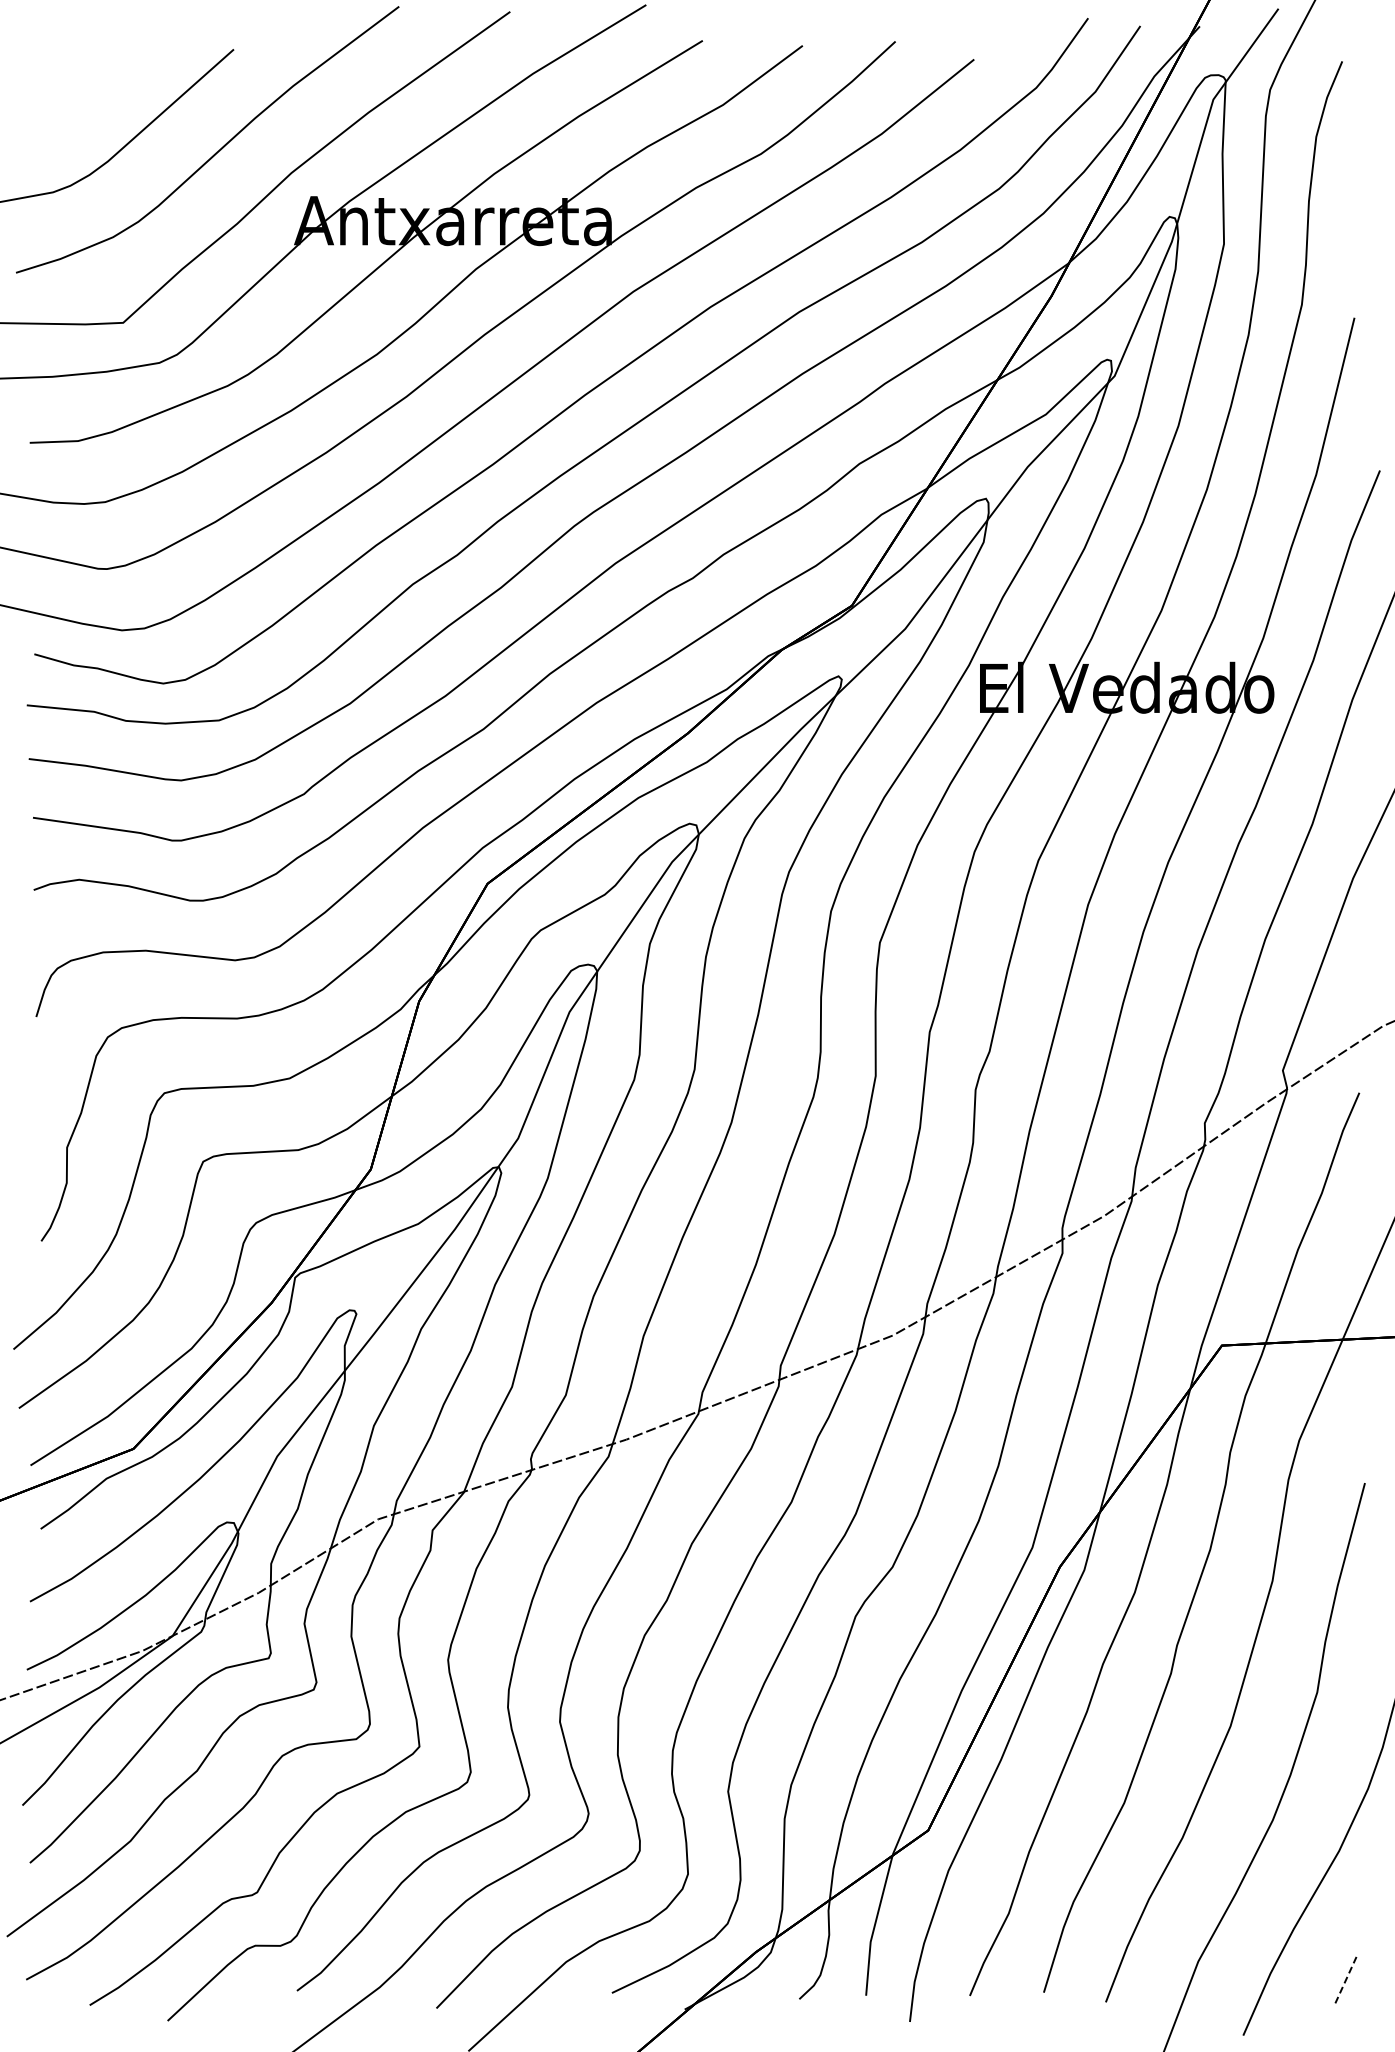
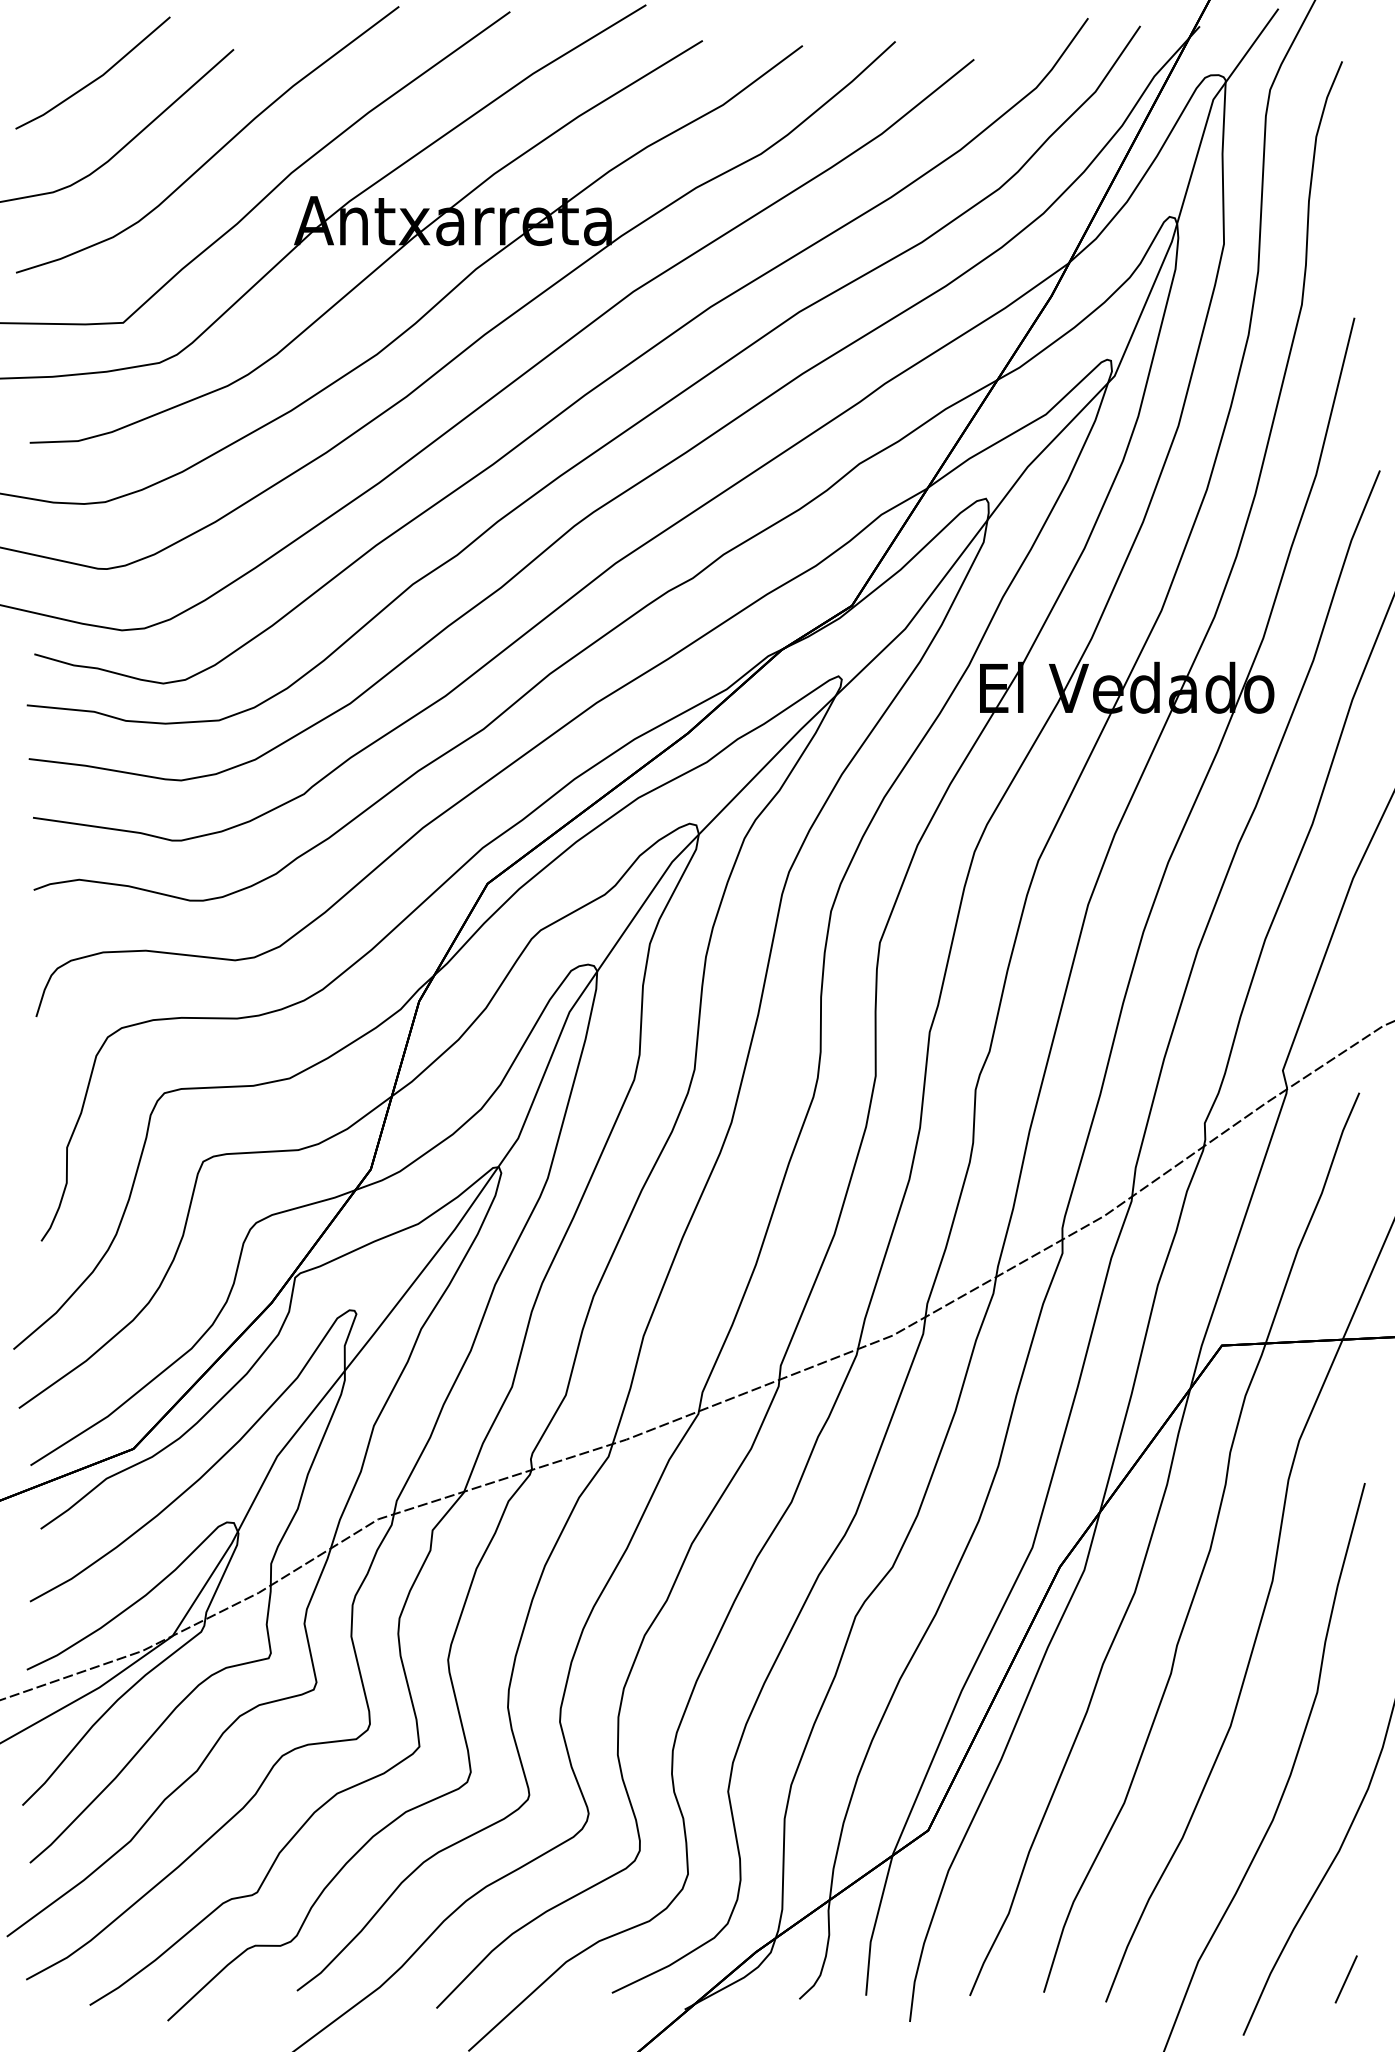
line at (97, 77): none -> present
line at (1346, 1978): dashed -> solid
